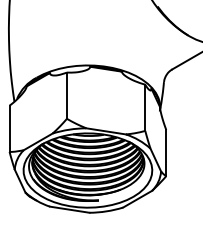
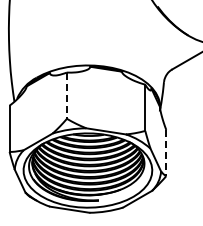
line at (66, 96): solid -> dashed
line at (166, 153): solid -> dashed
